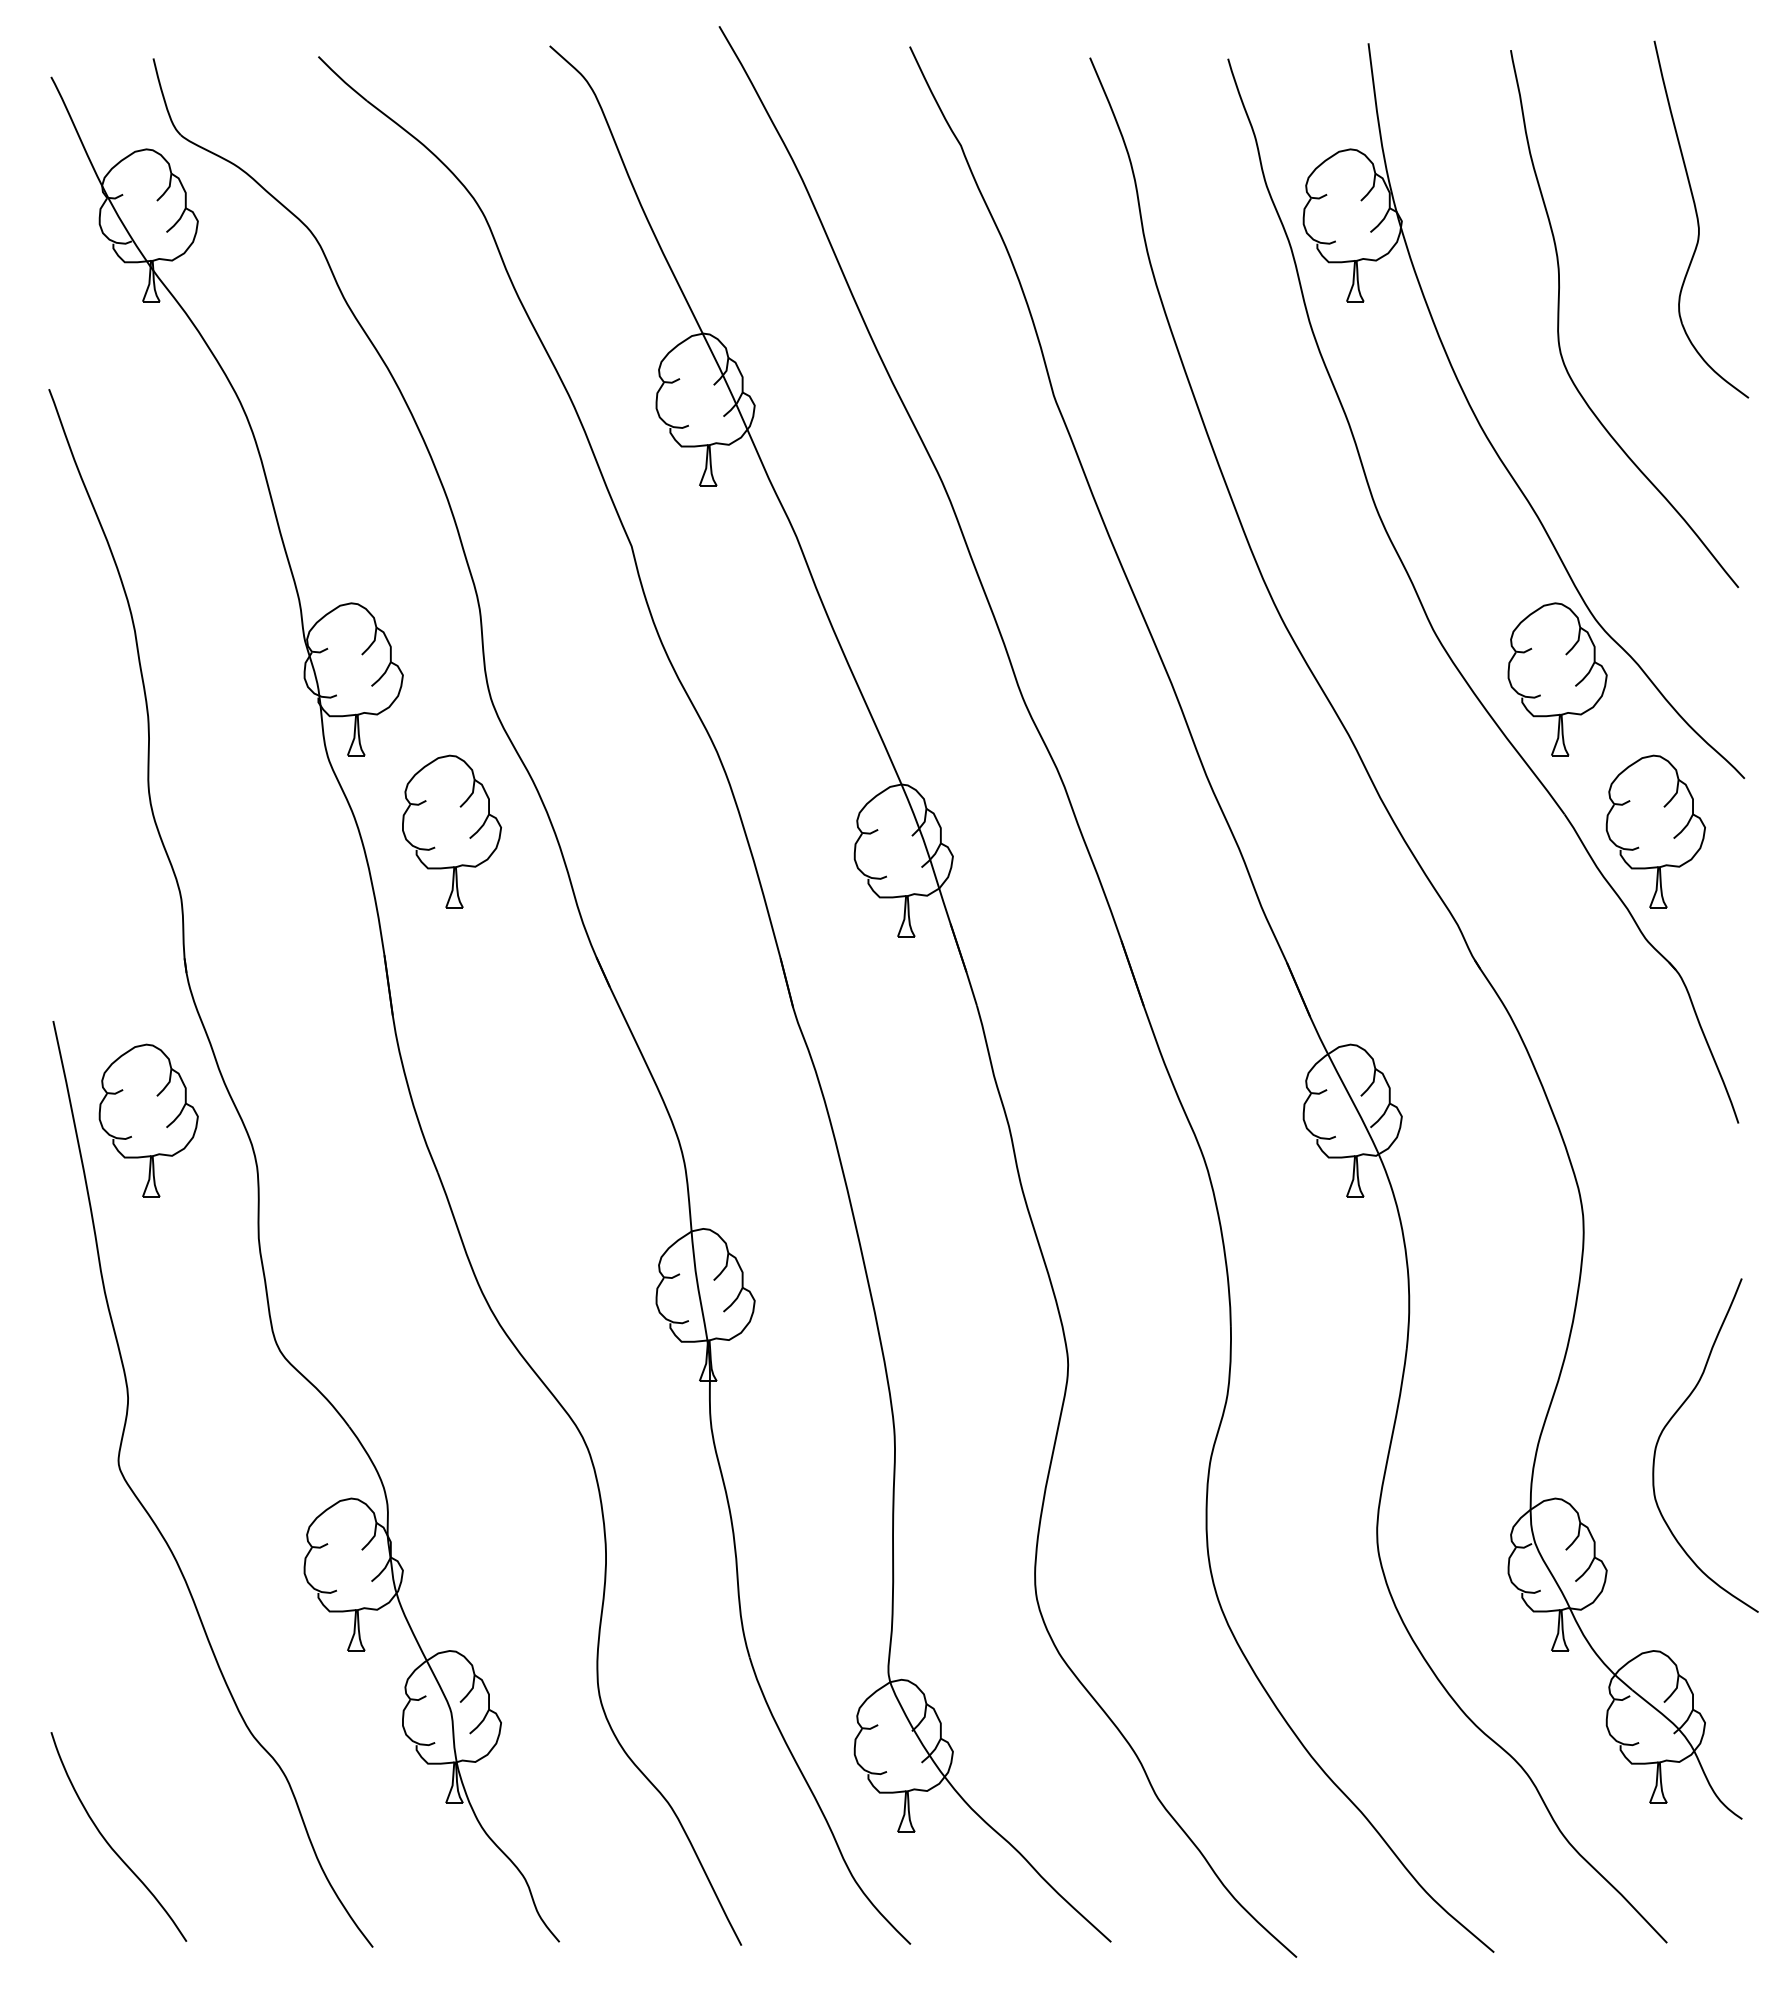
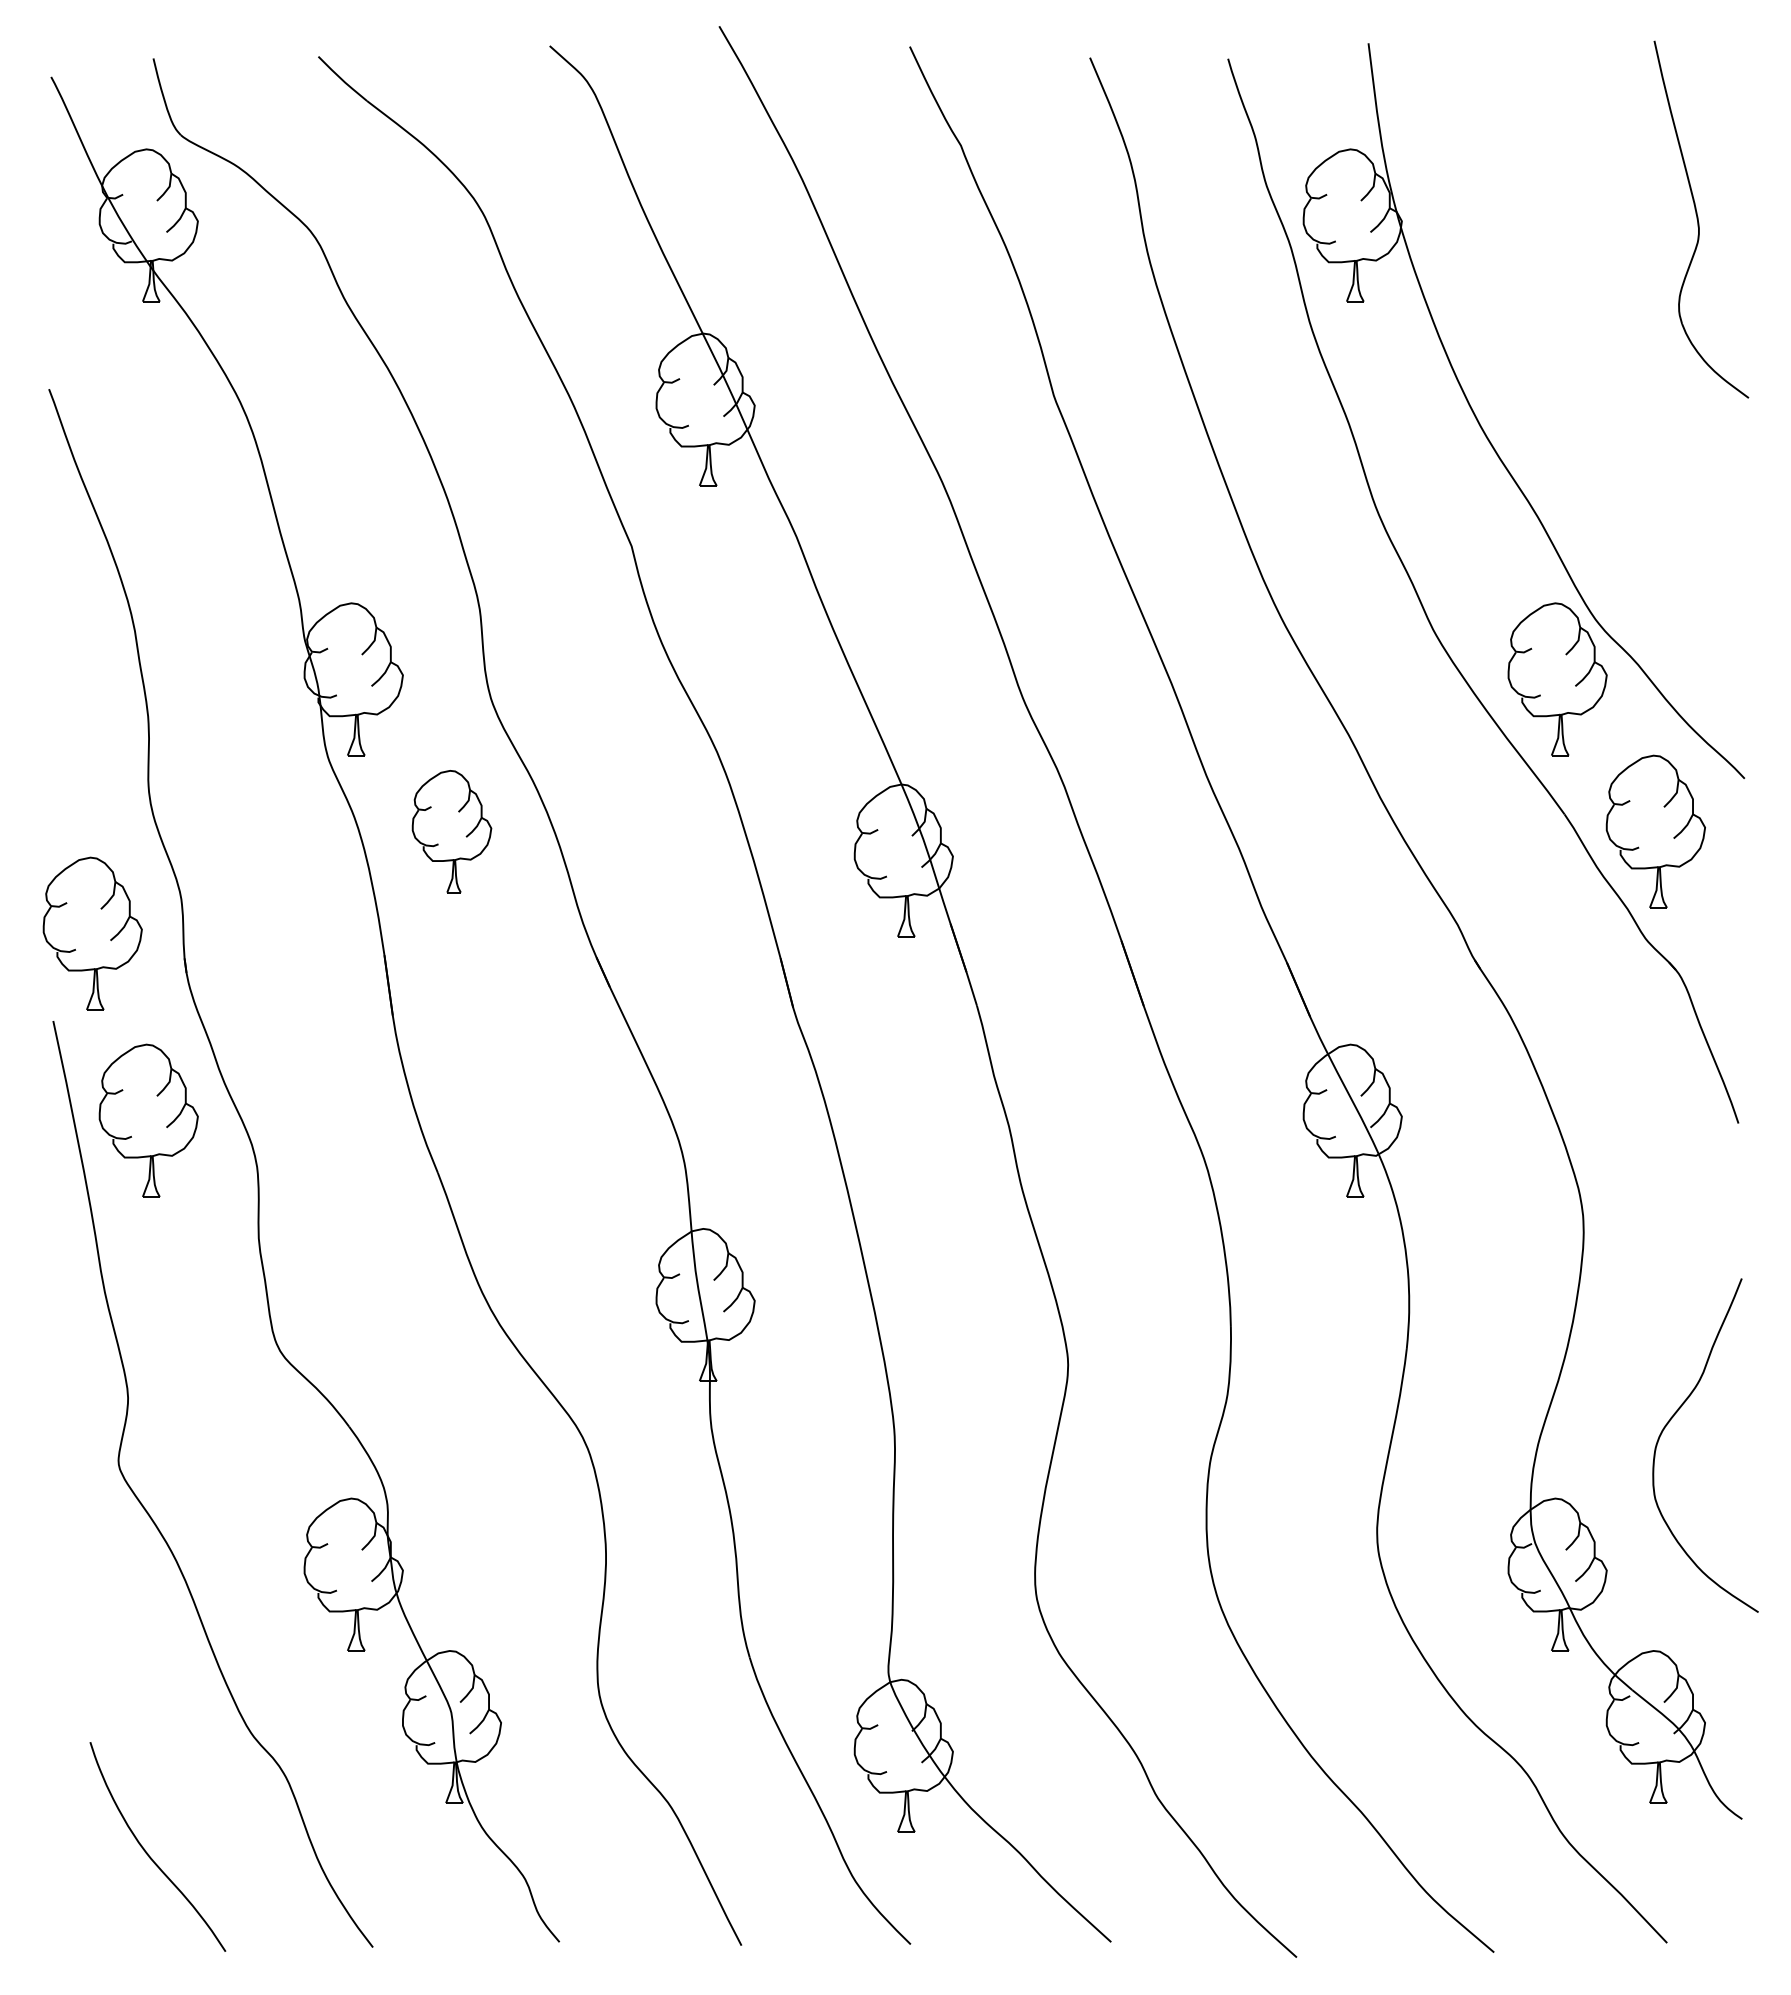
curve at (1559, 318): present -> none
part at (451, 831) size: 100x155 px -> 82x124 px
part at (92, 933): none -> present
curve at (109, 1843) position: (109, 1843) -> (148, 1853)
